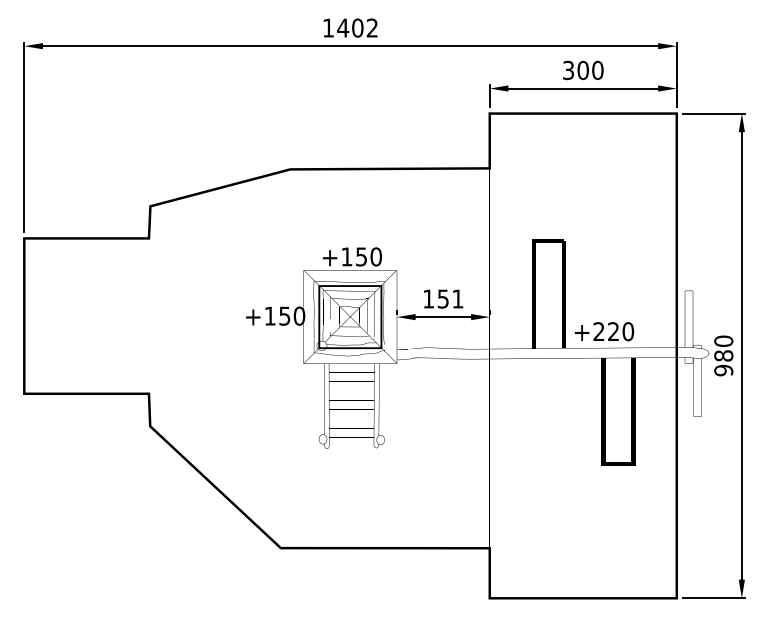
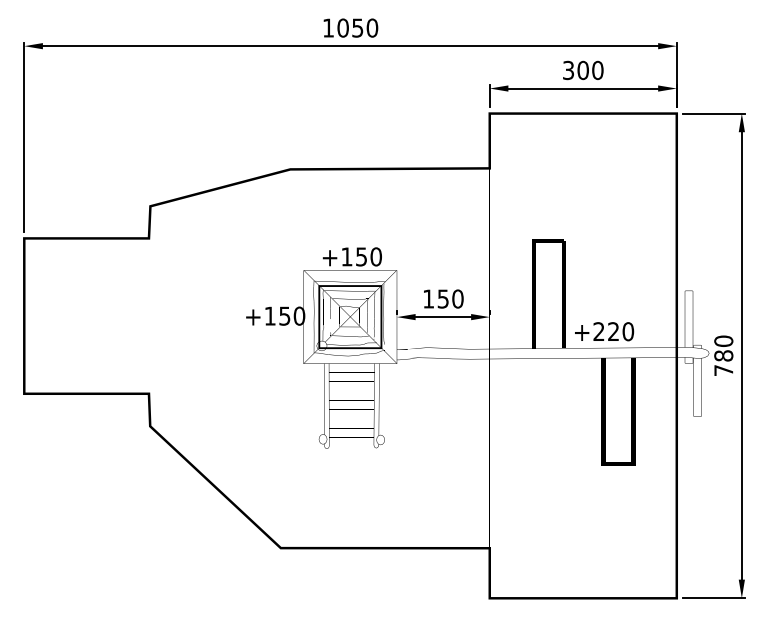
text at (357, 27): 1402 -> 1050
text at (457, 298): 151 -> 150
text at (723, 370): 980 -> 780
